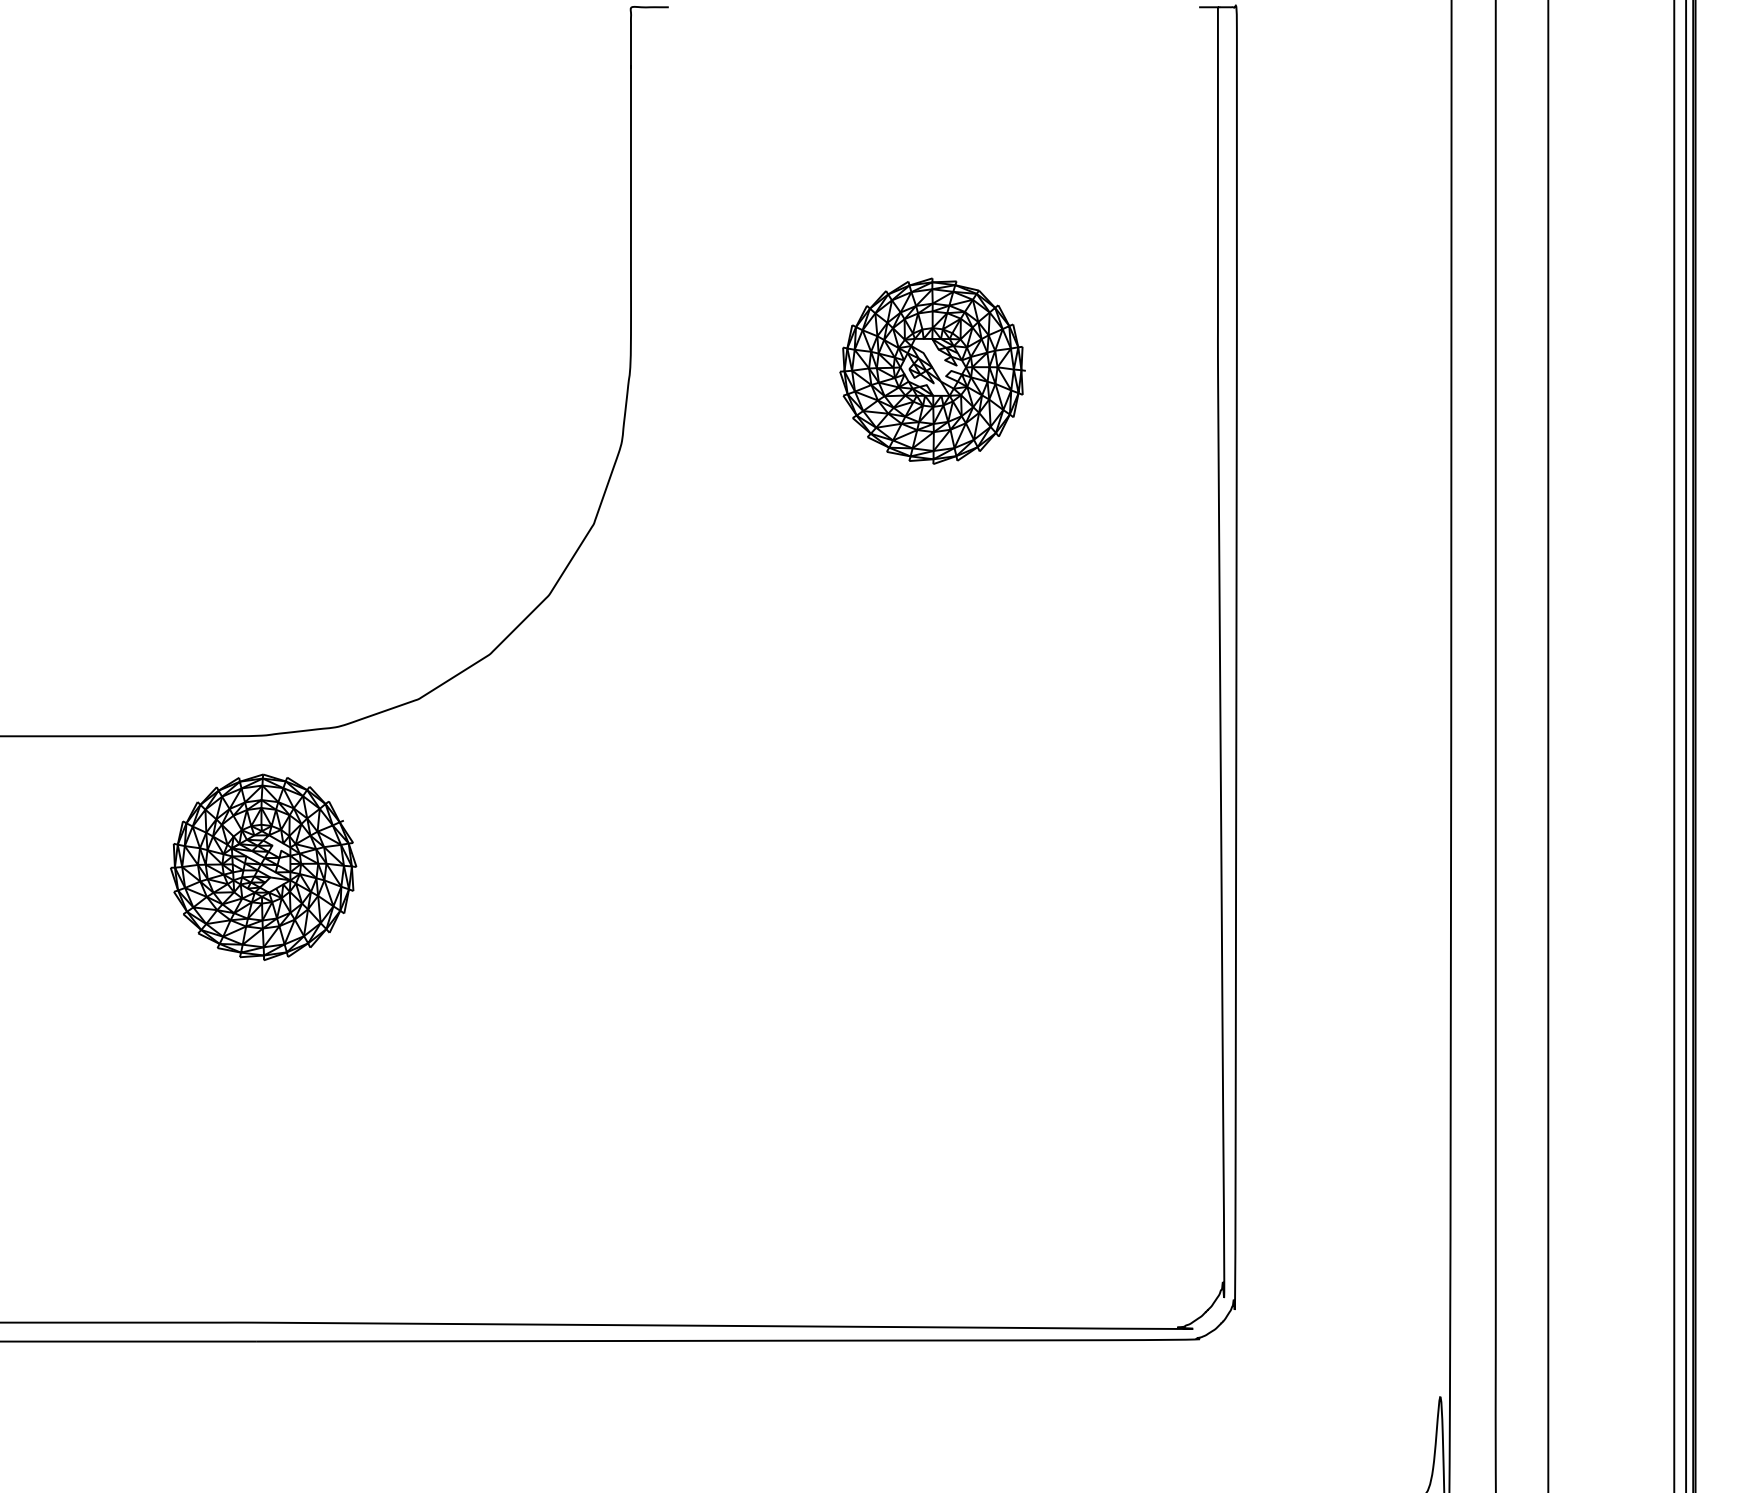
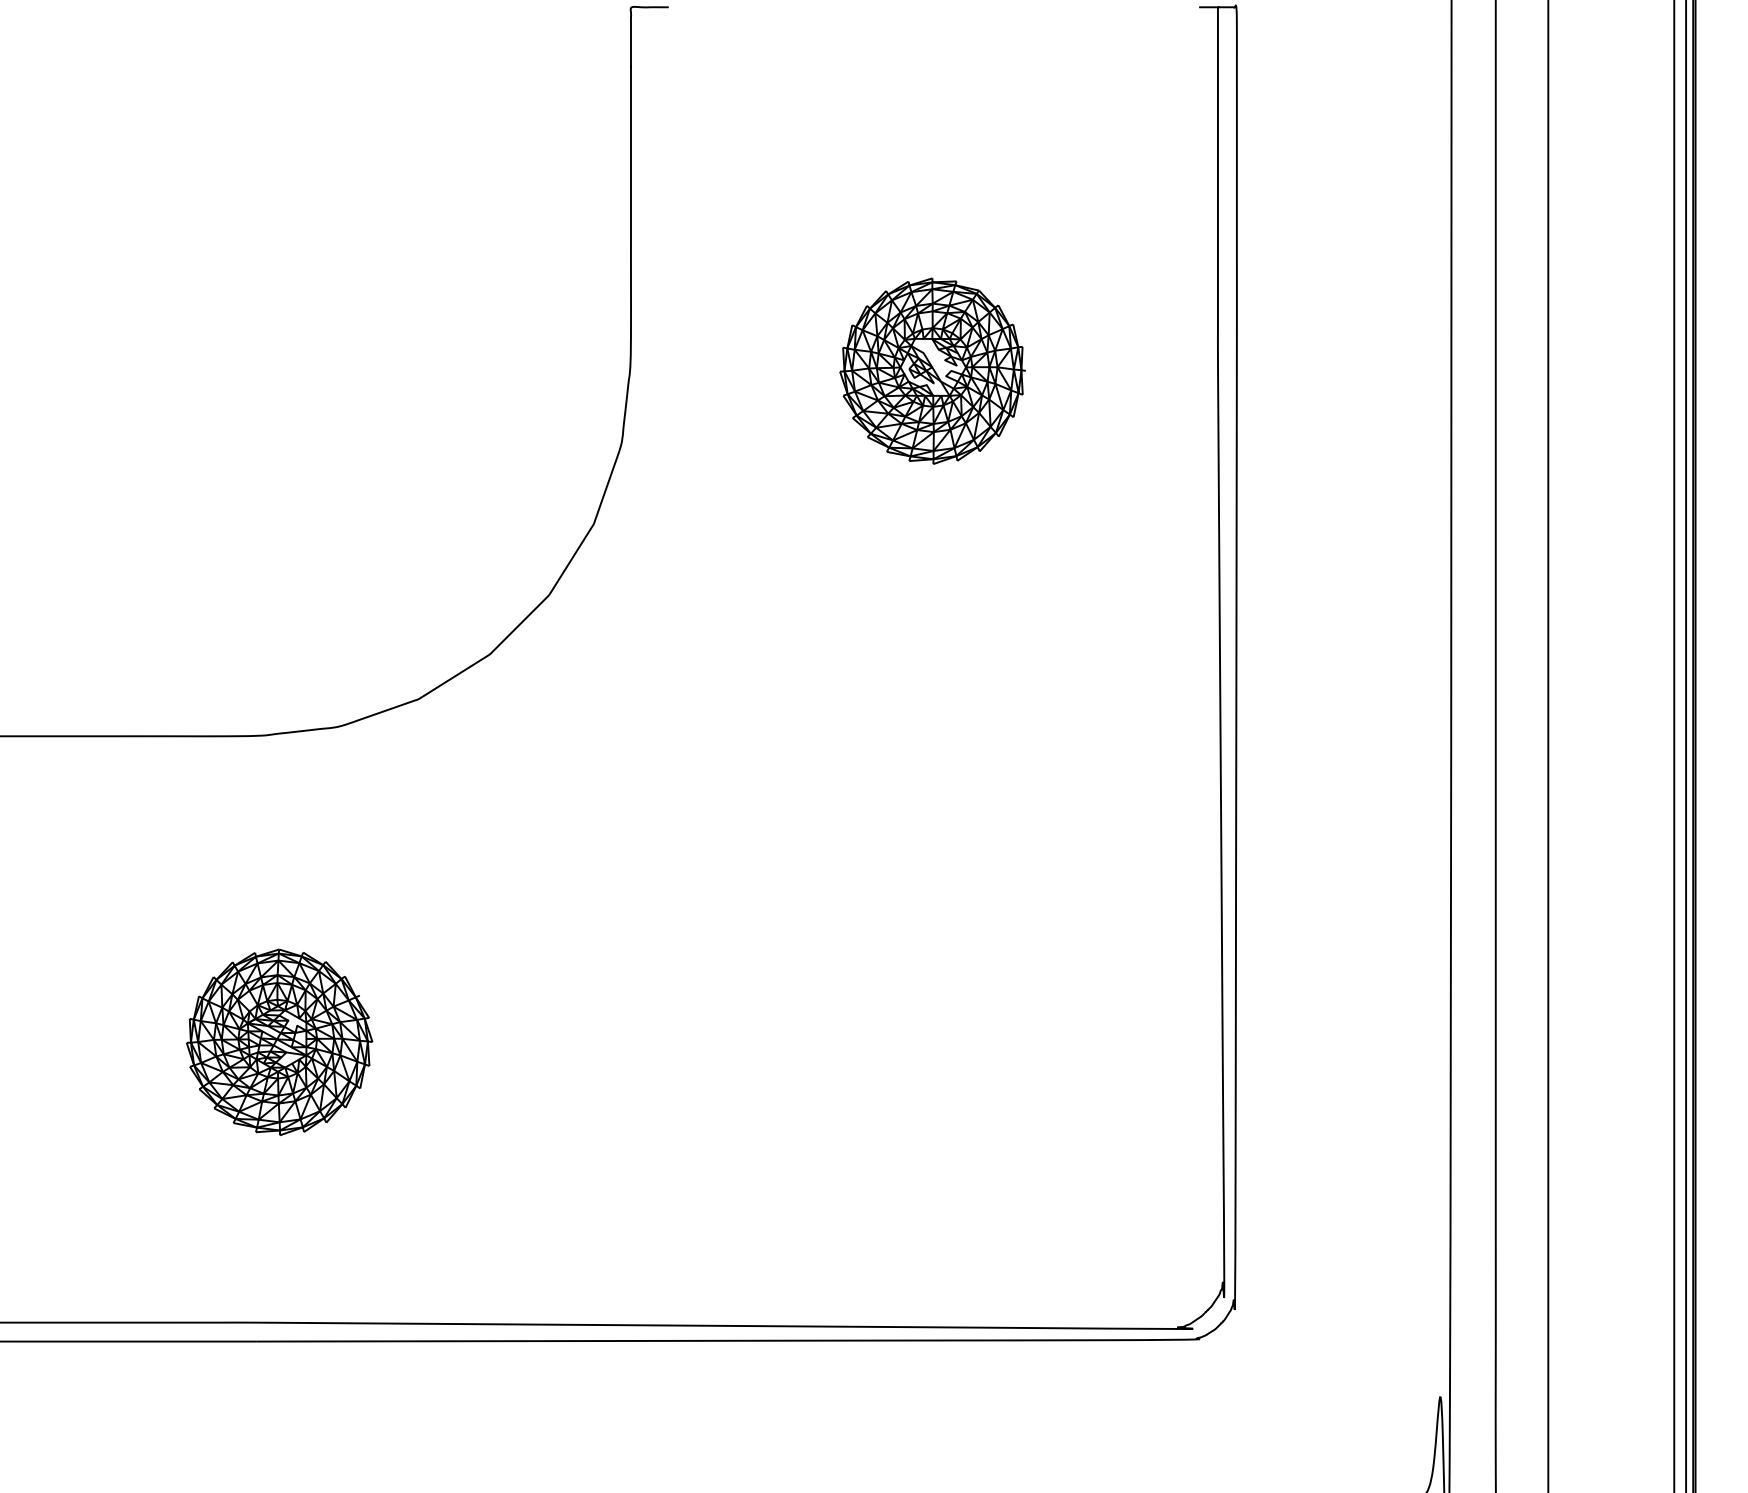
part at (263, 866) position: (263, 866) -> (279, 1041)
